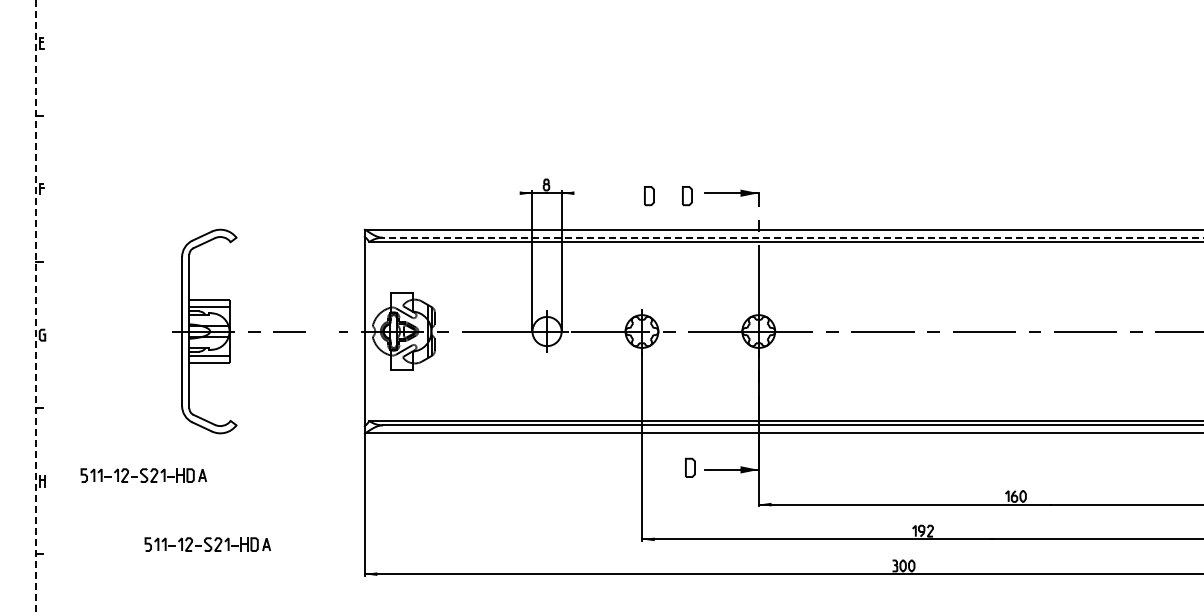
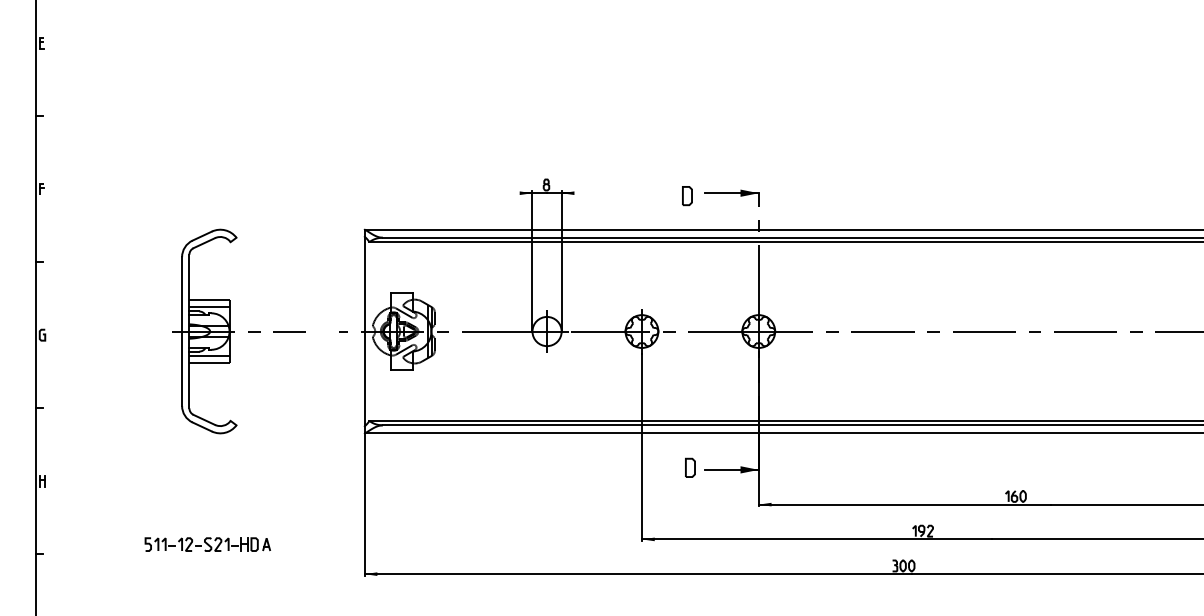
part at (649, 196): present -> none
line at (792, 237): dashed -> solid
line at (36, 307): dashed -> solid
part at (143, 475): present -> none
